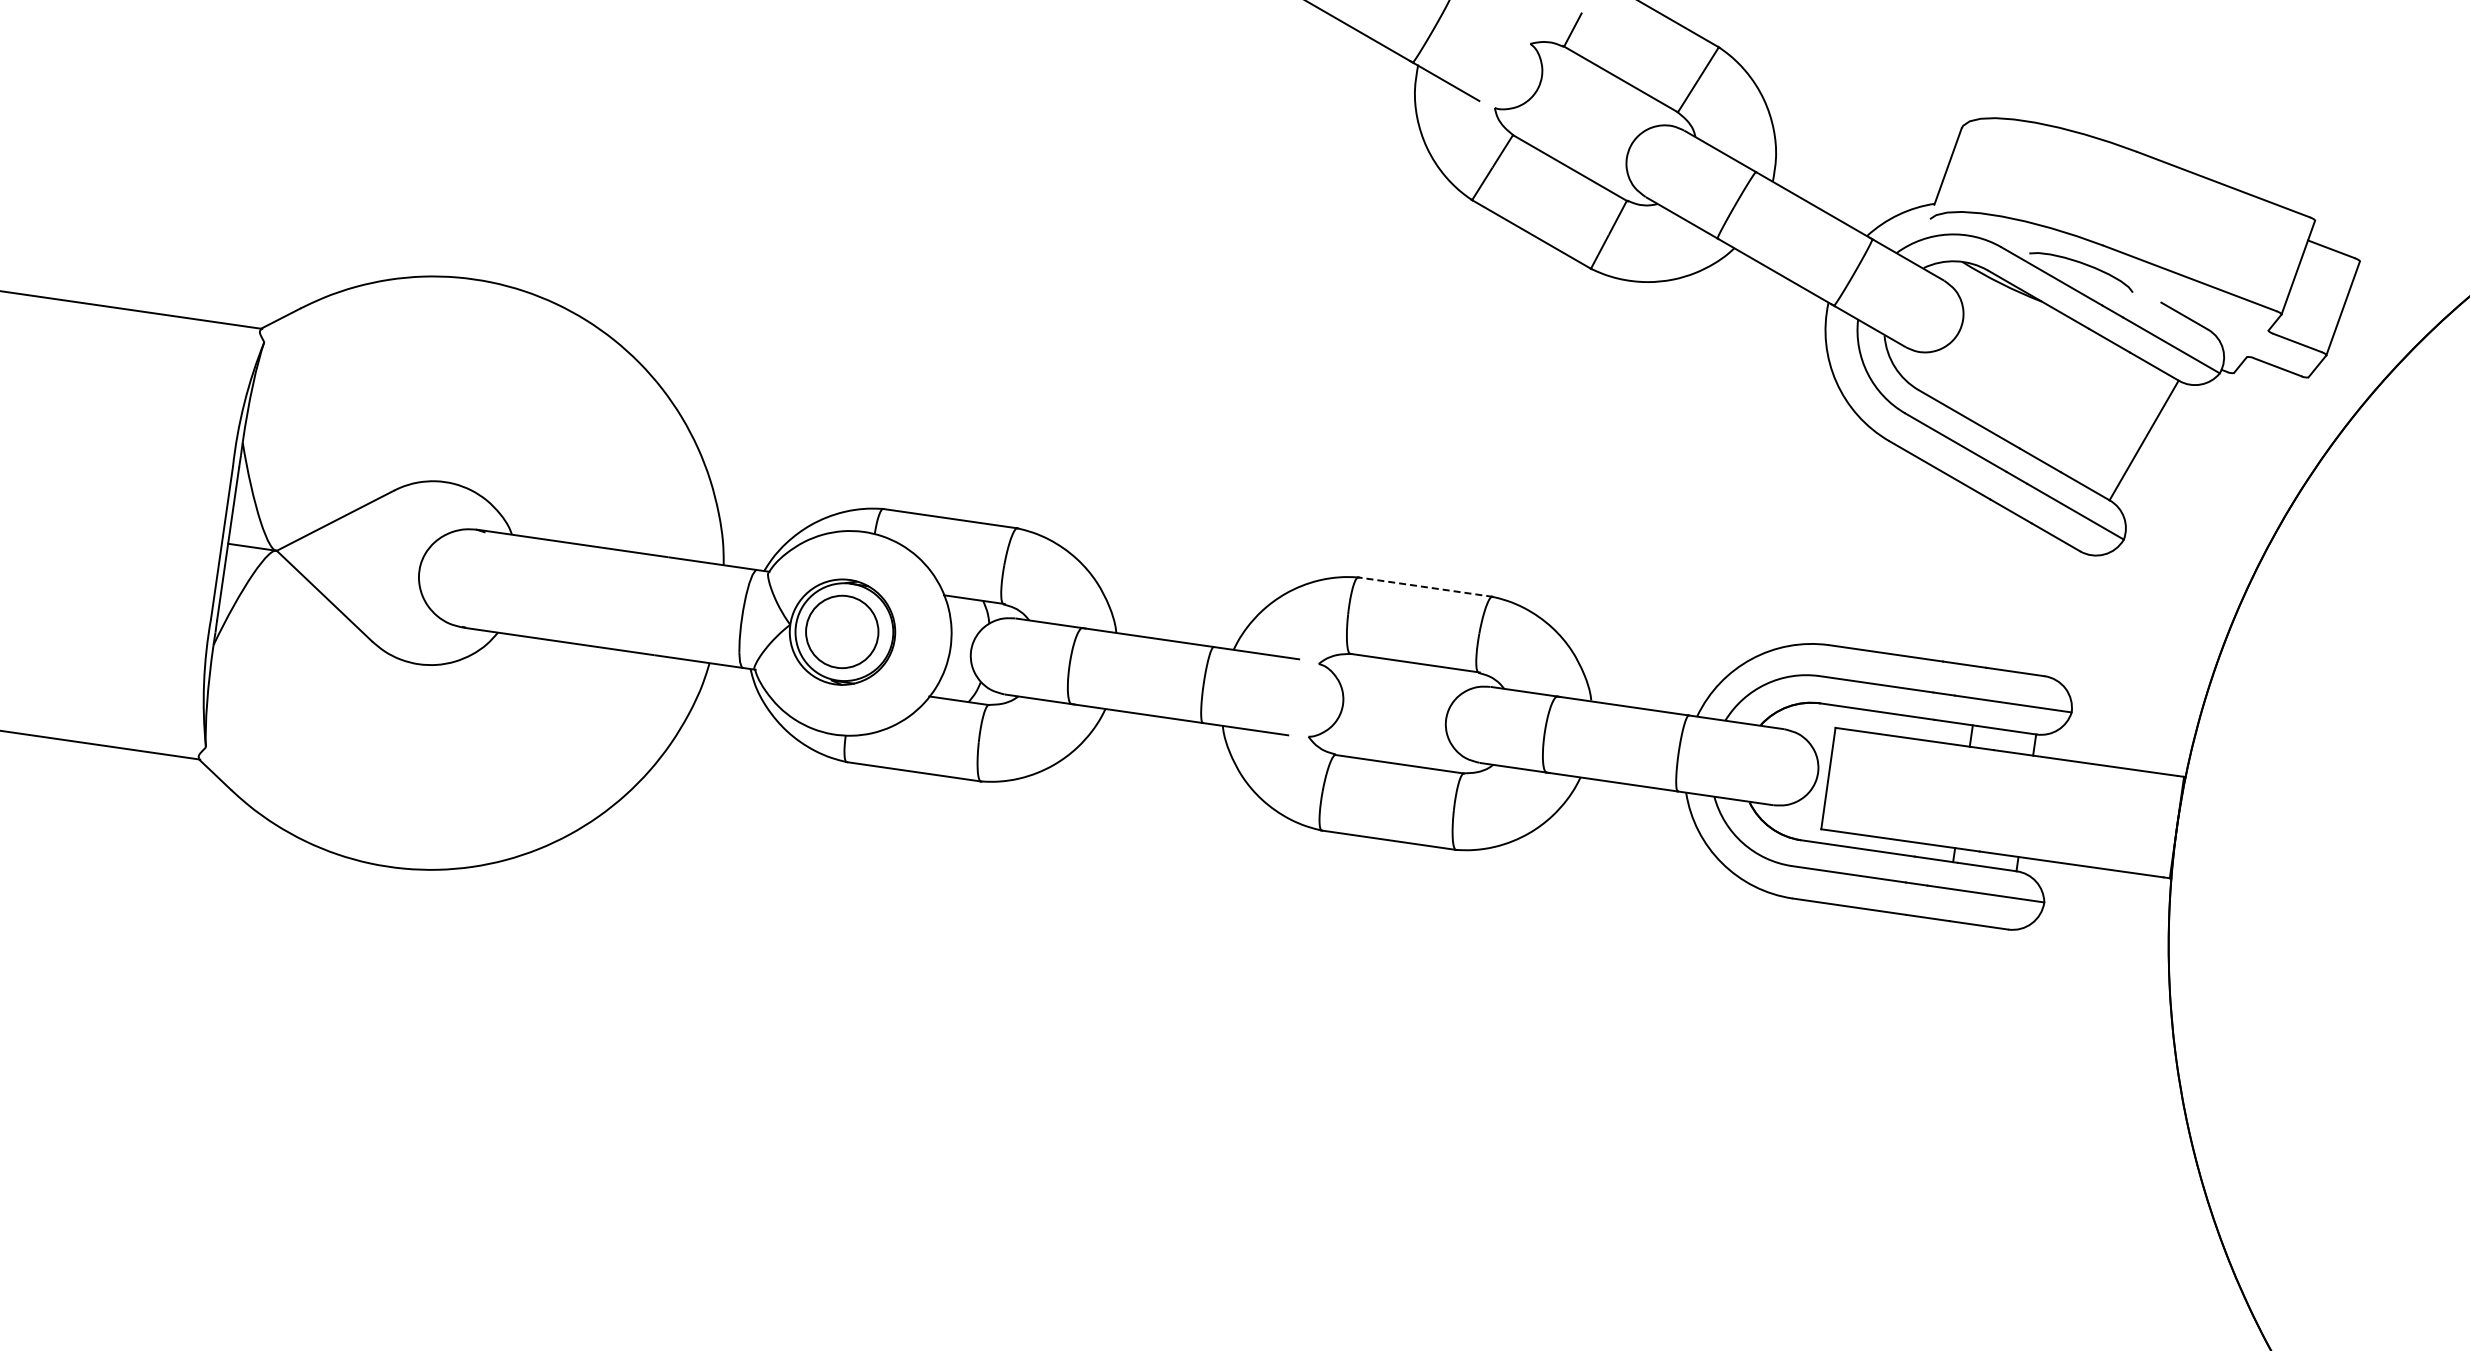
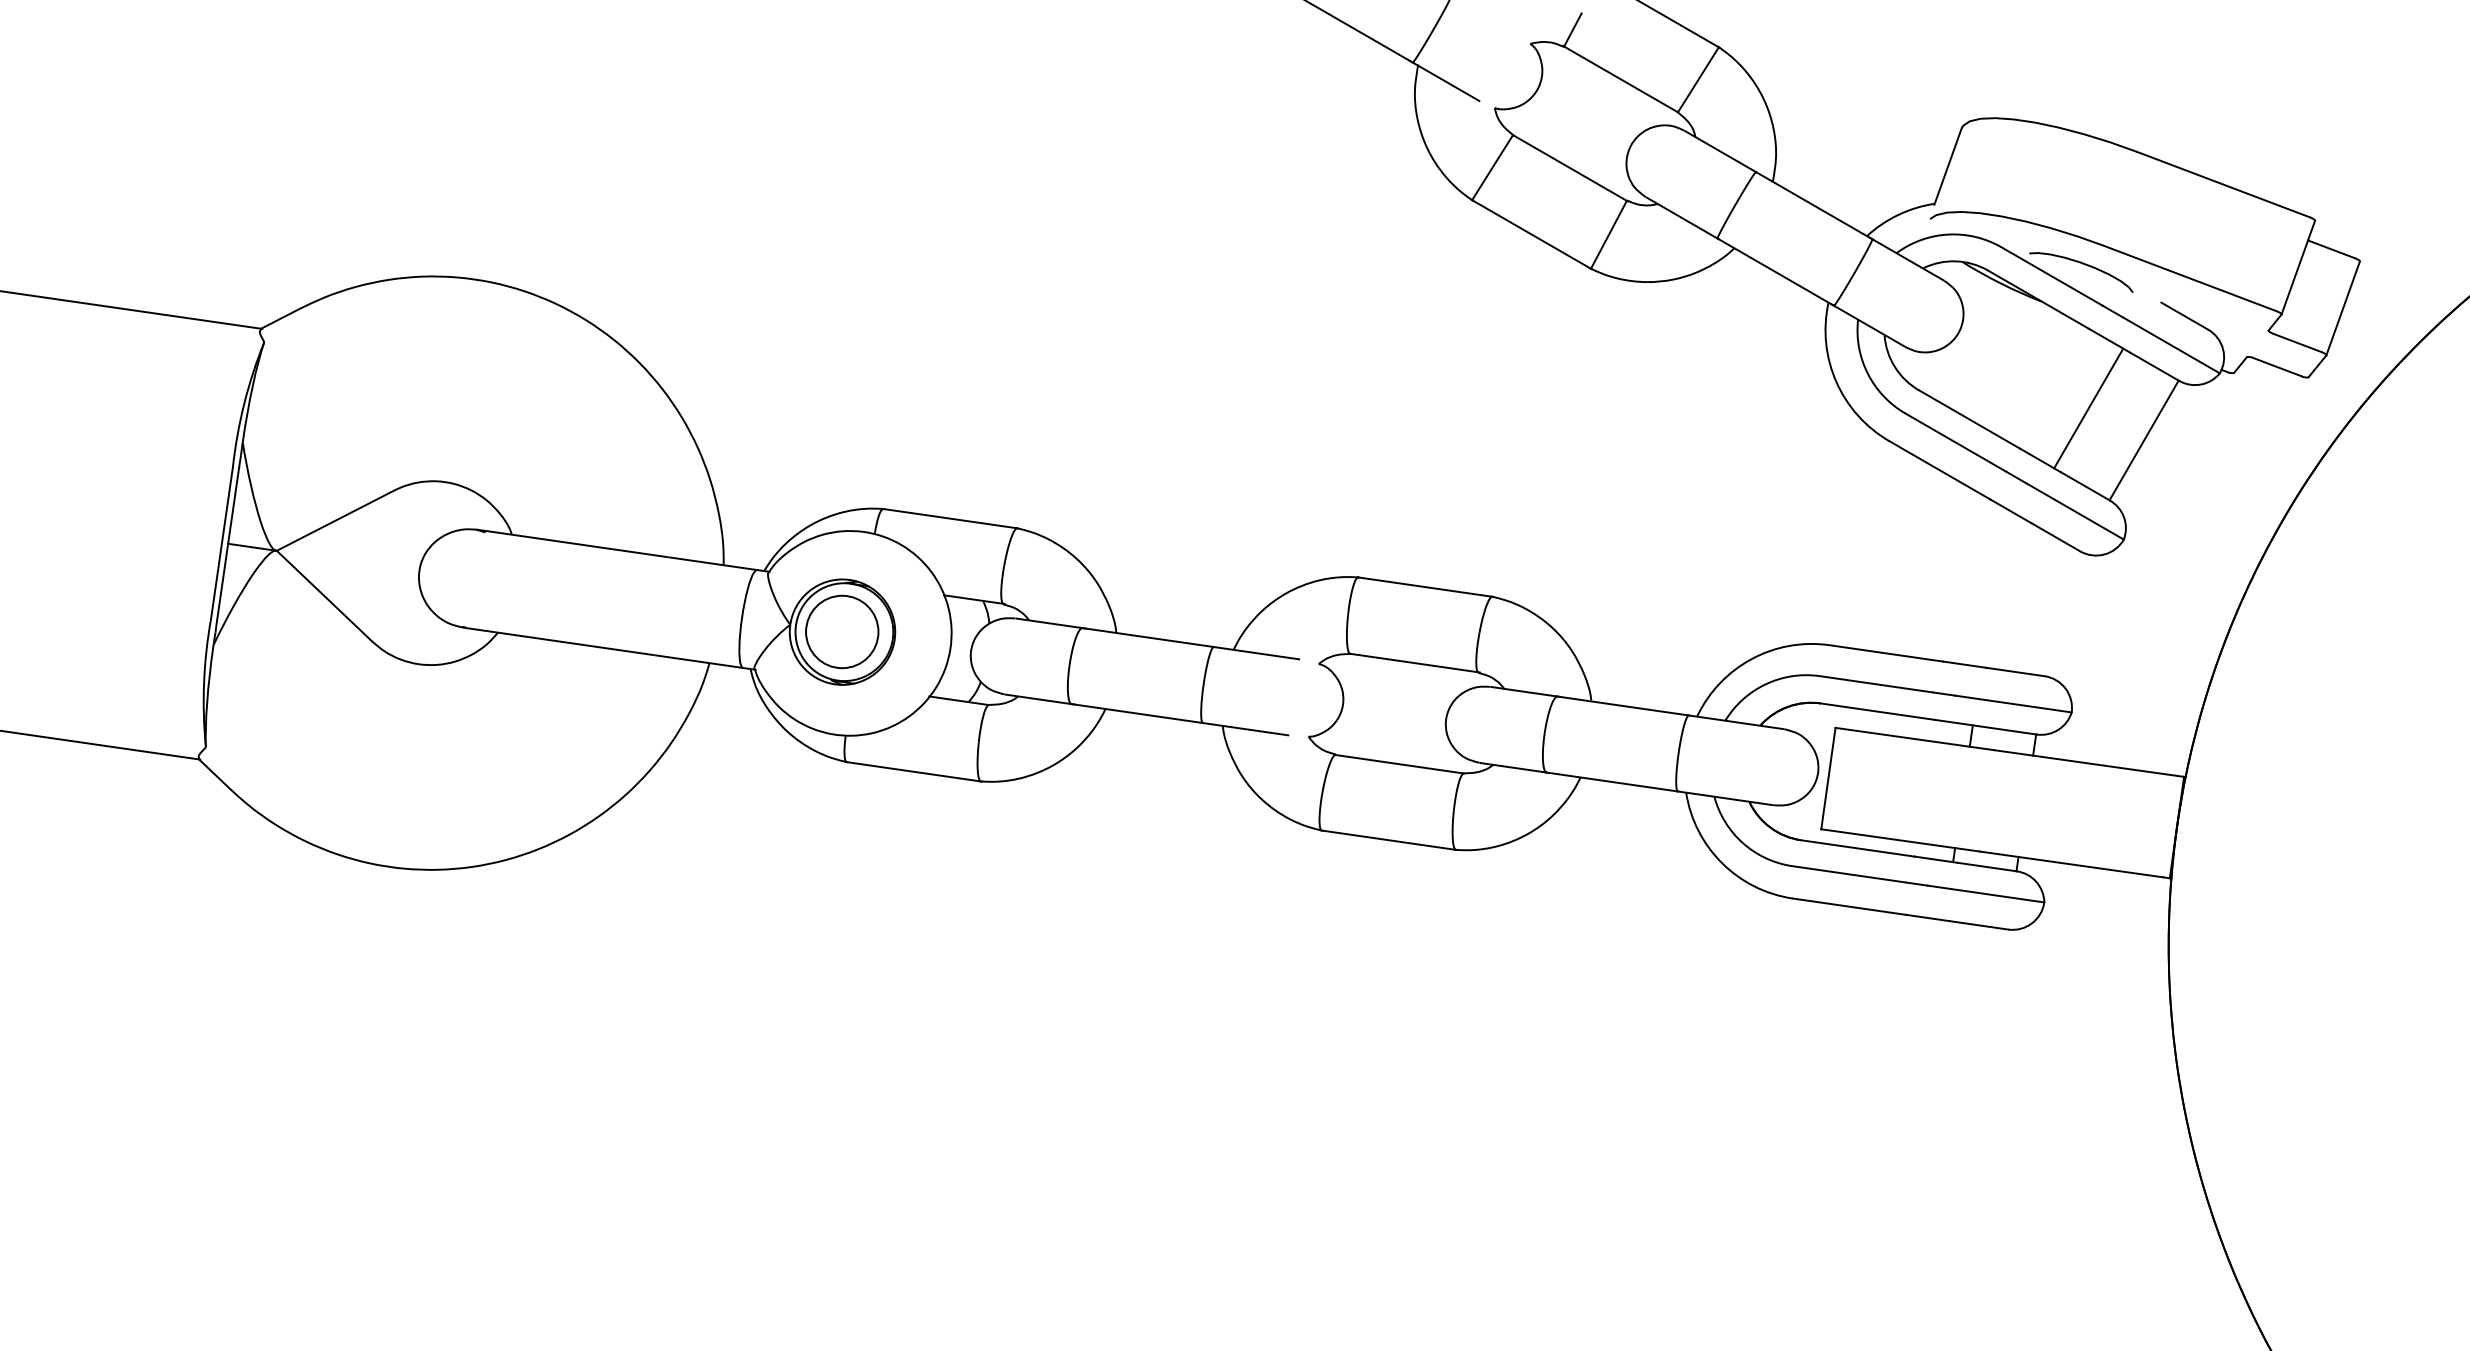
line at (2088, 408): none -> present
line at (1425, 587): dashed -> solid
